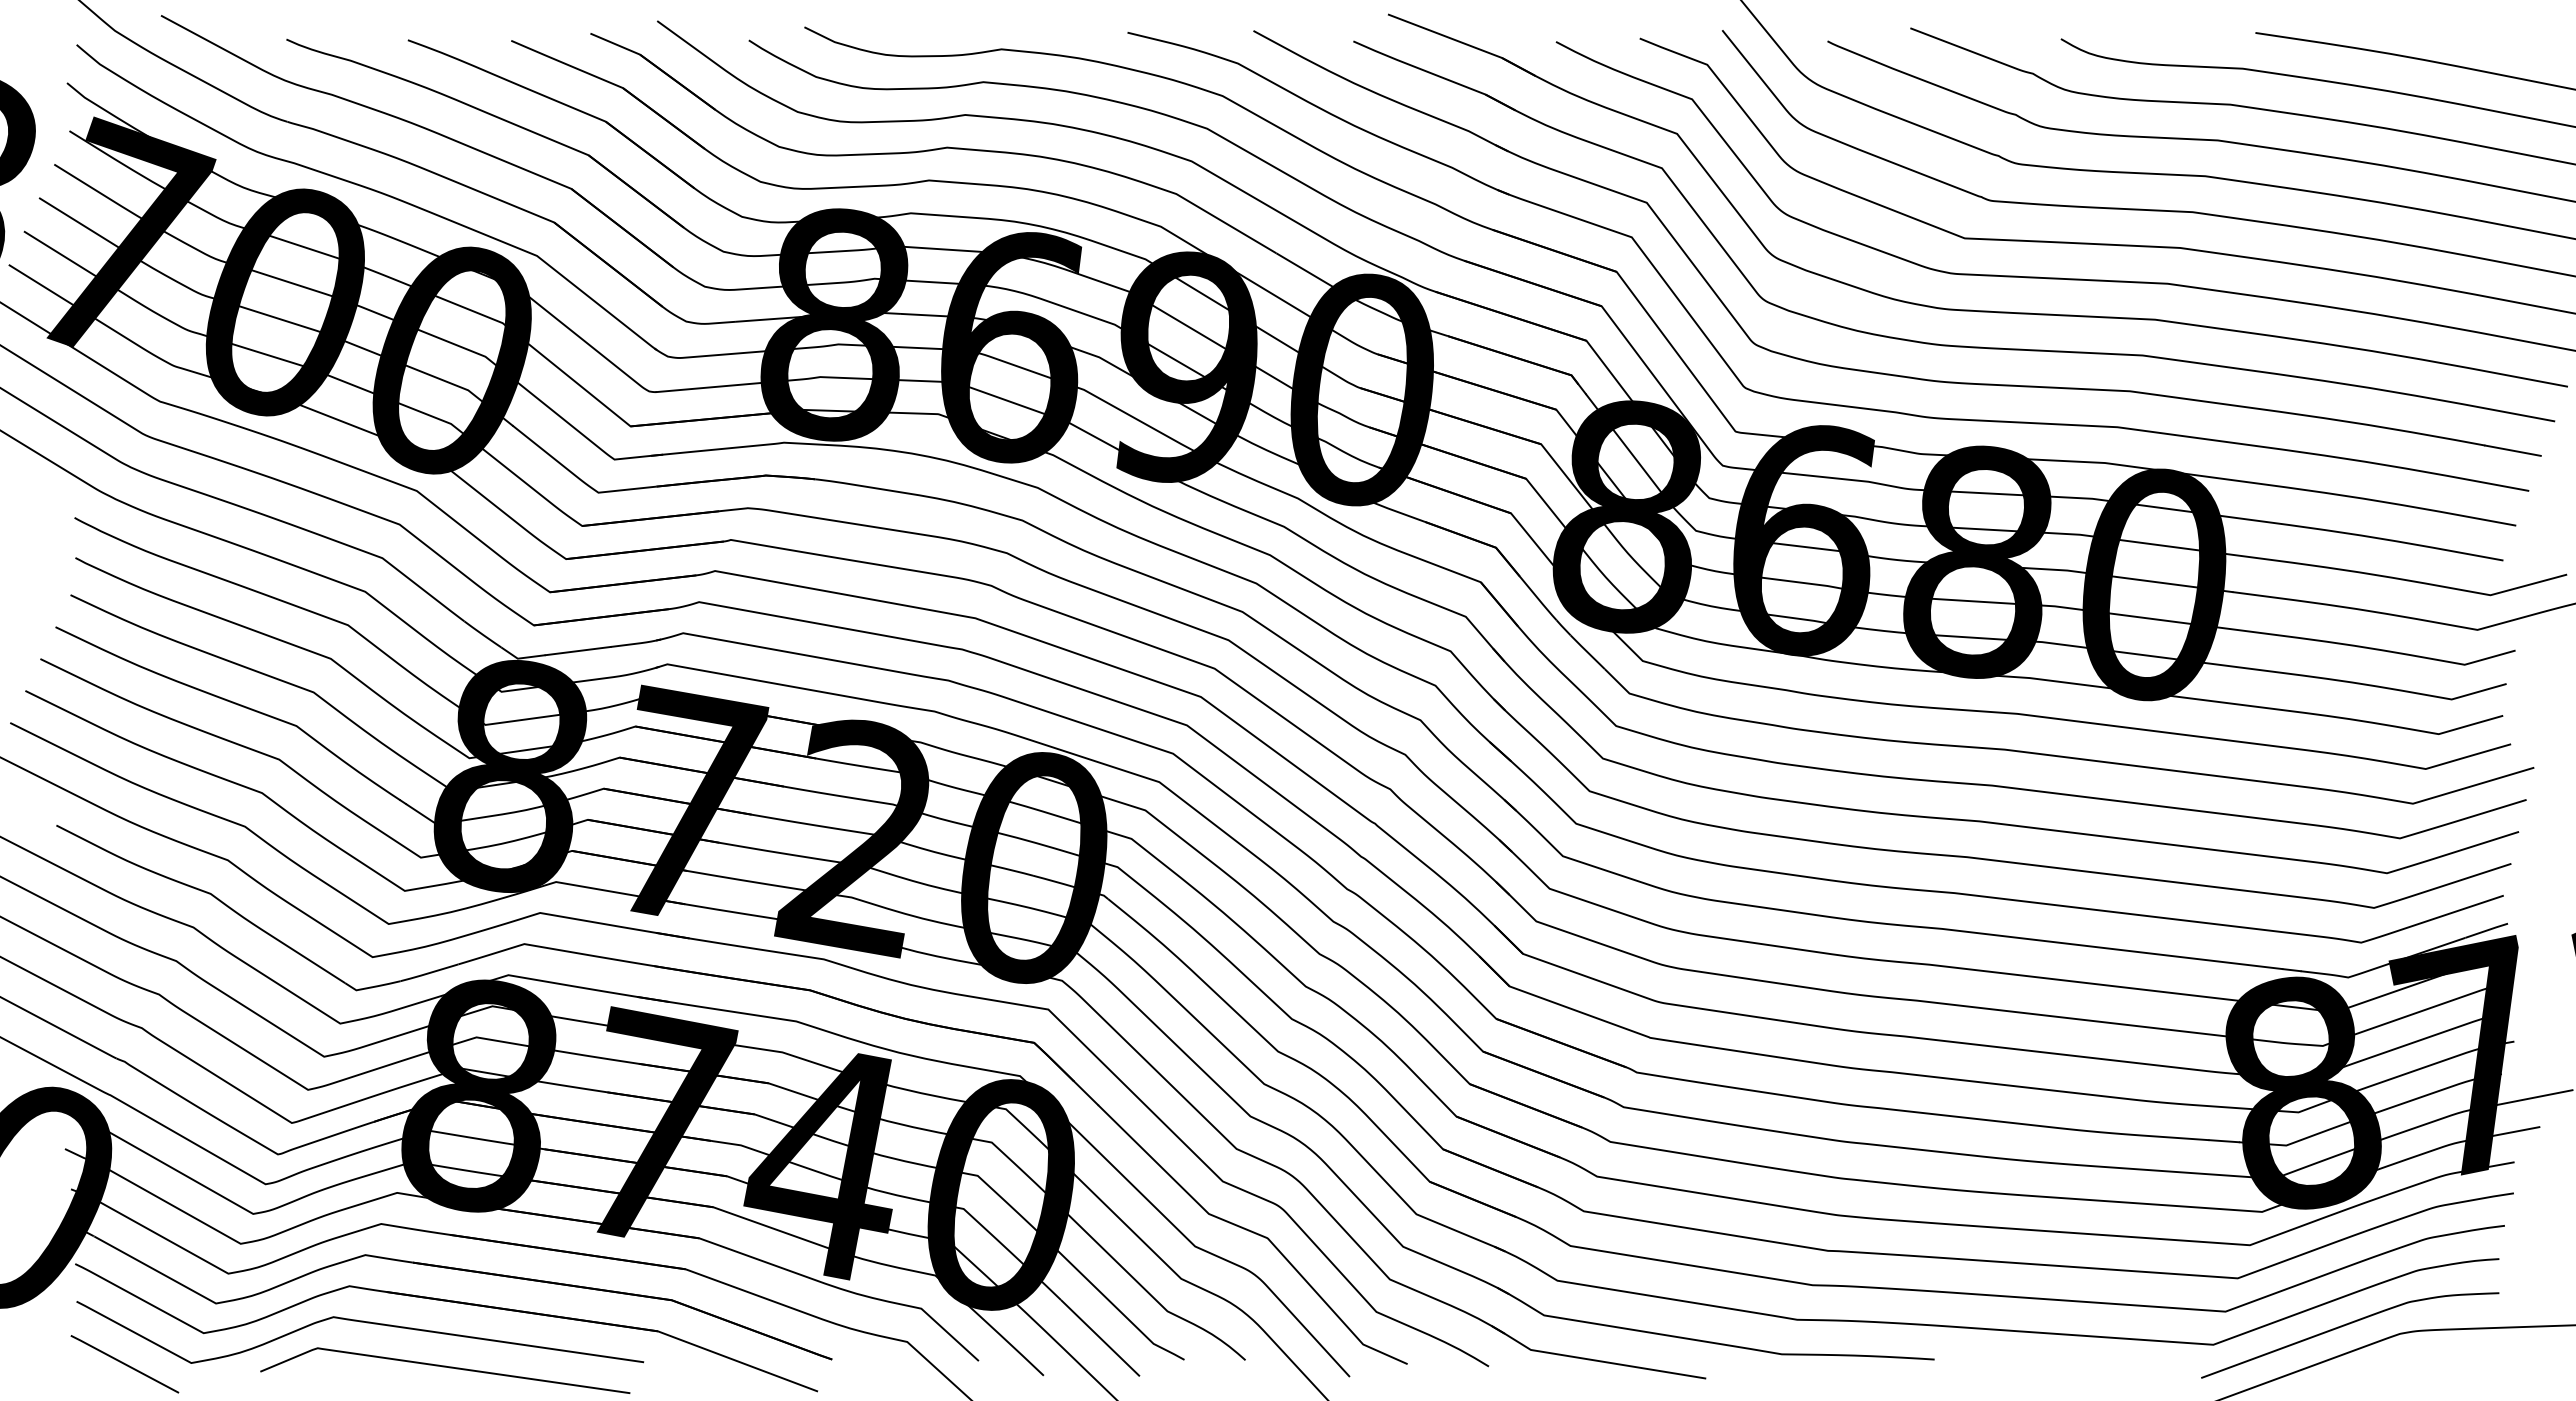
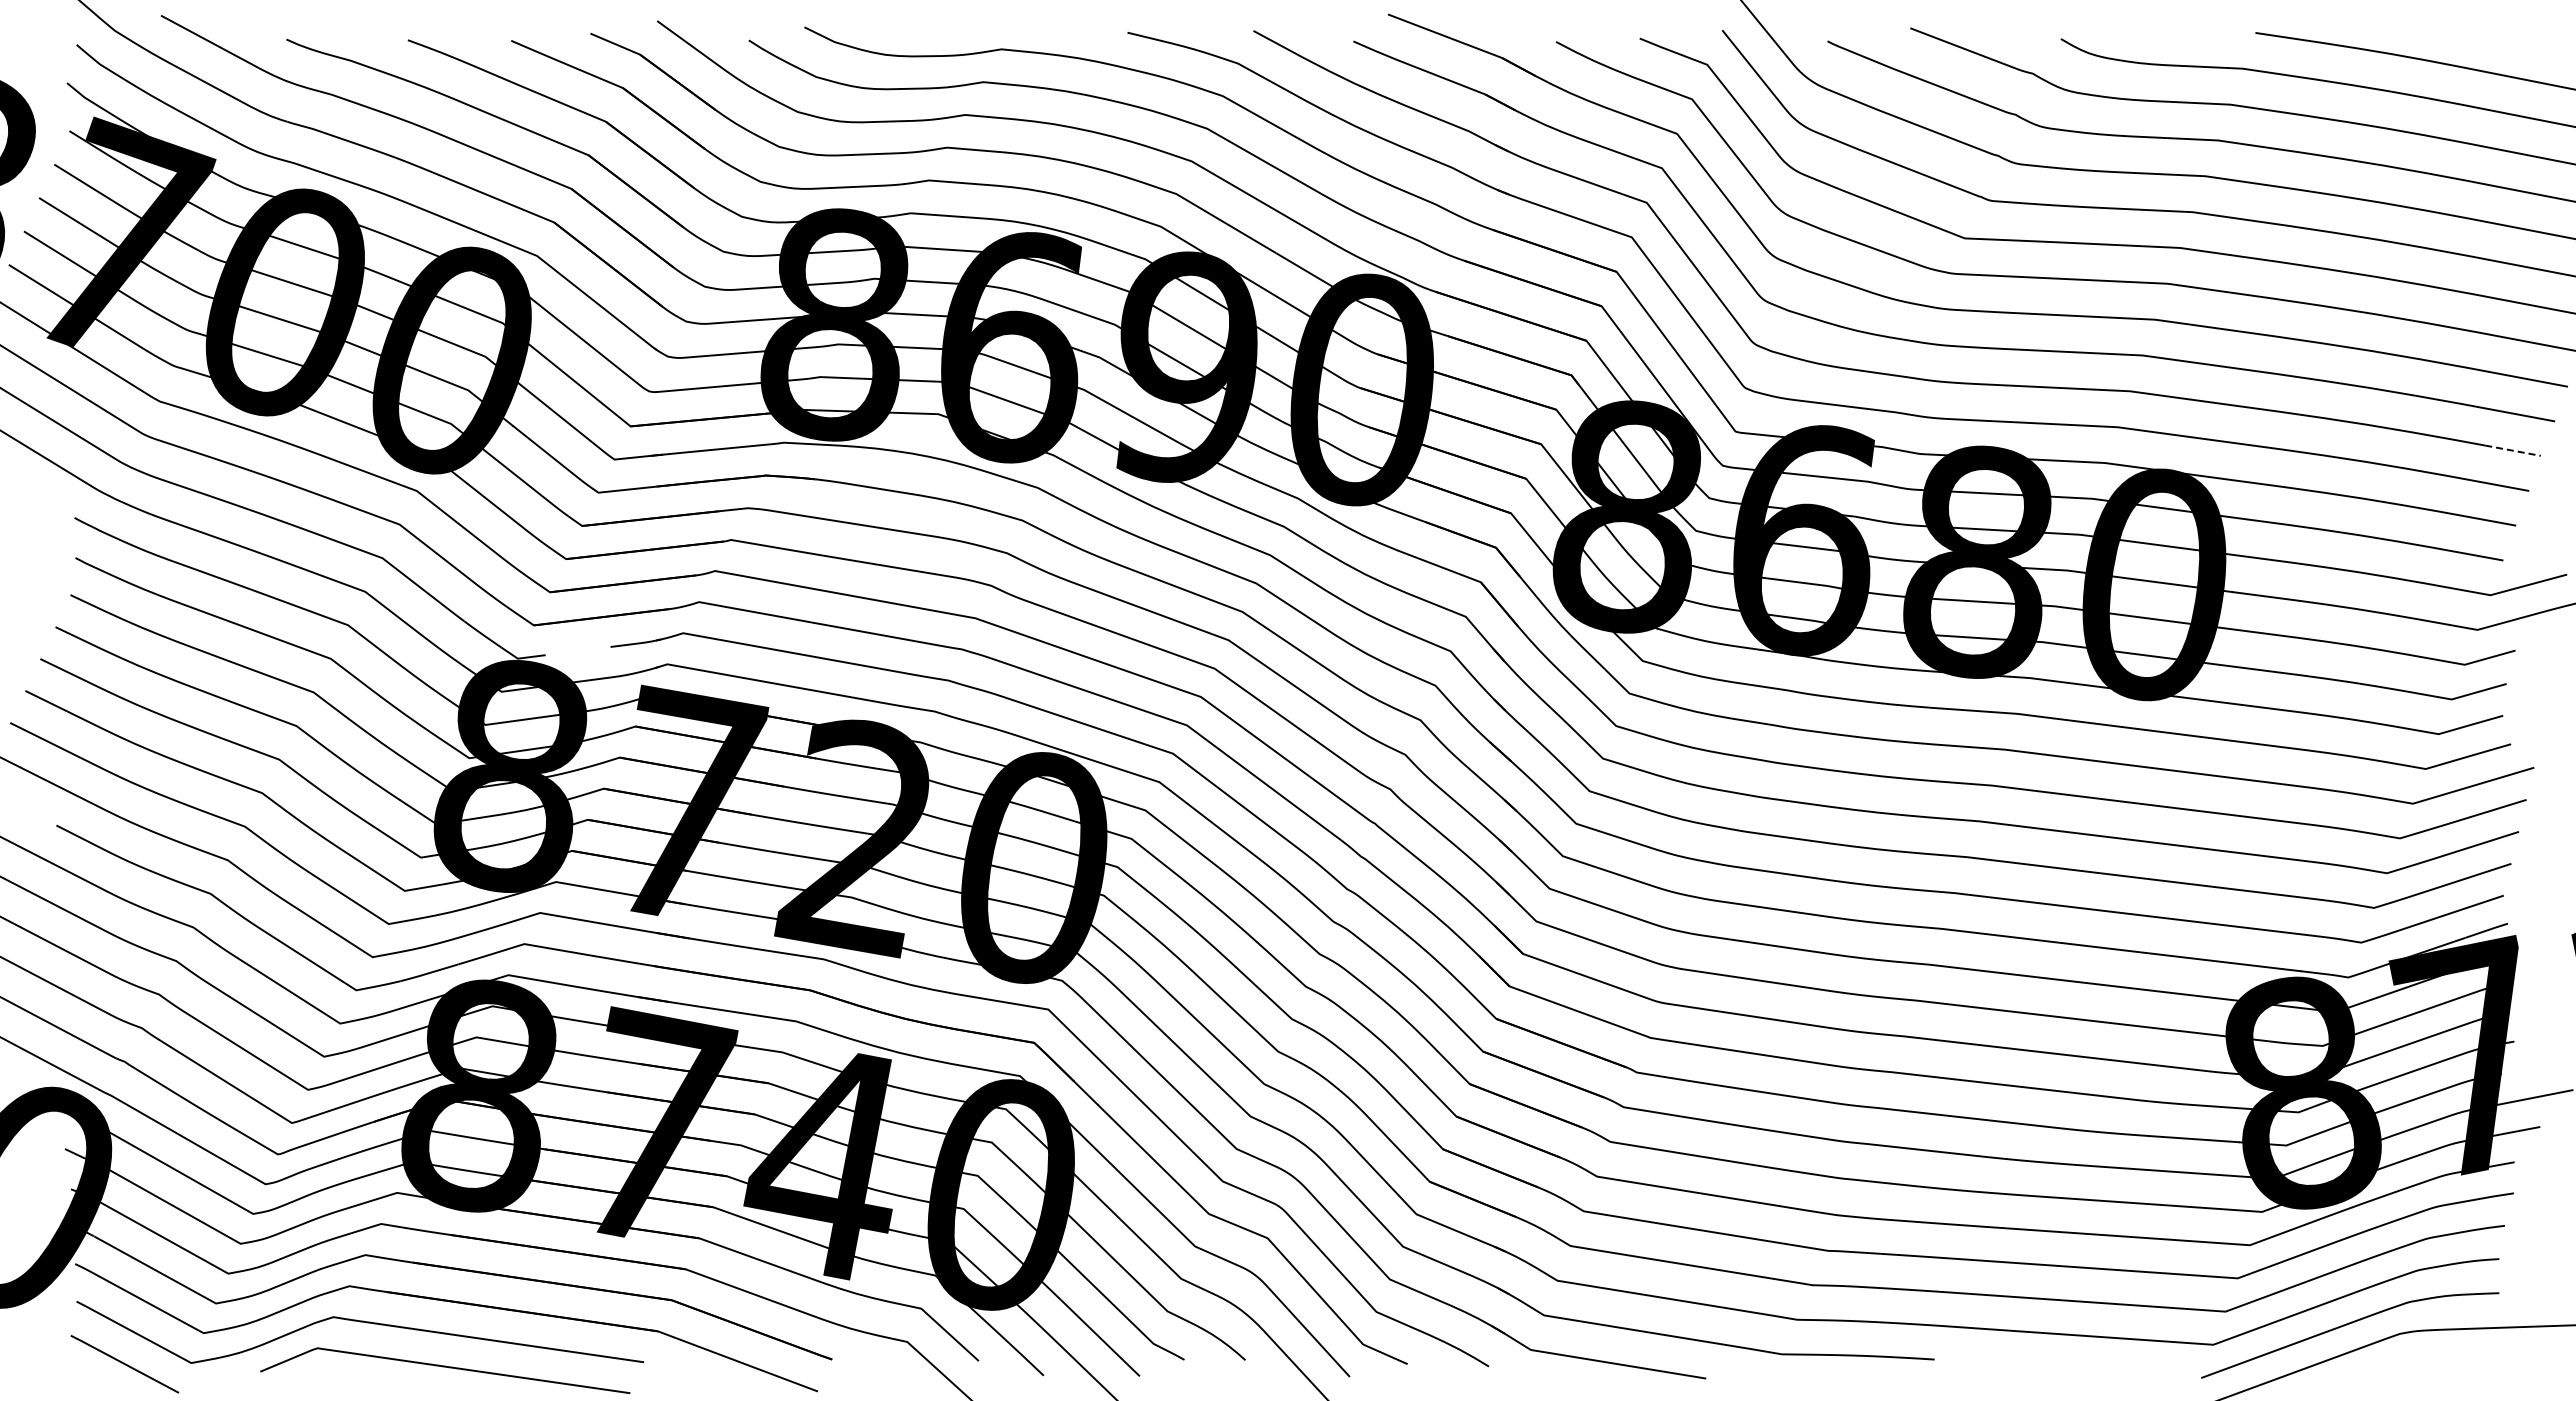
line at (2513, 450): solid -> dashed
line at (577, 650): present -> none
